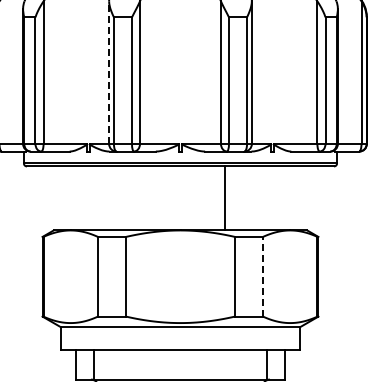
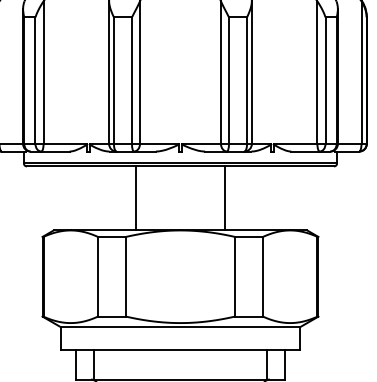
line at (109, 72): dashed -> solid
line at (135, 198): none -> present
line at (263, 276): dashed -> solid
